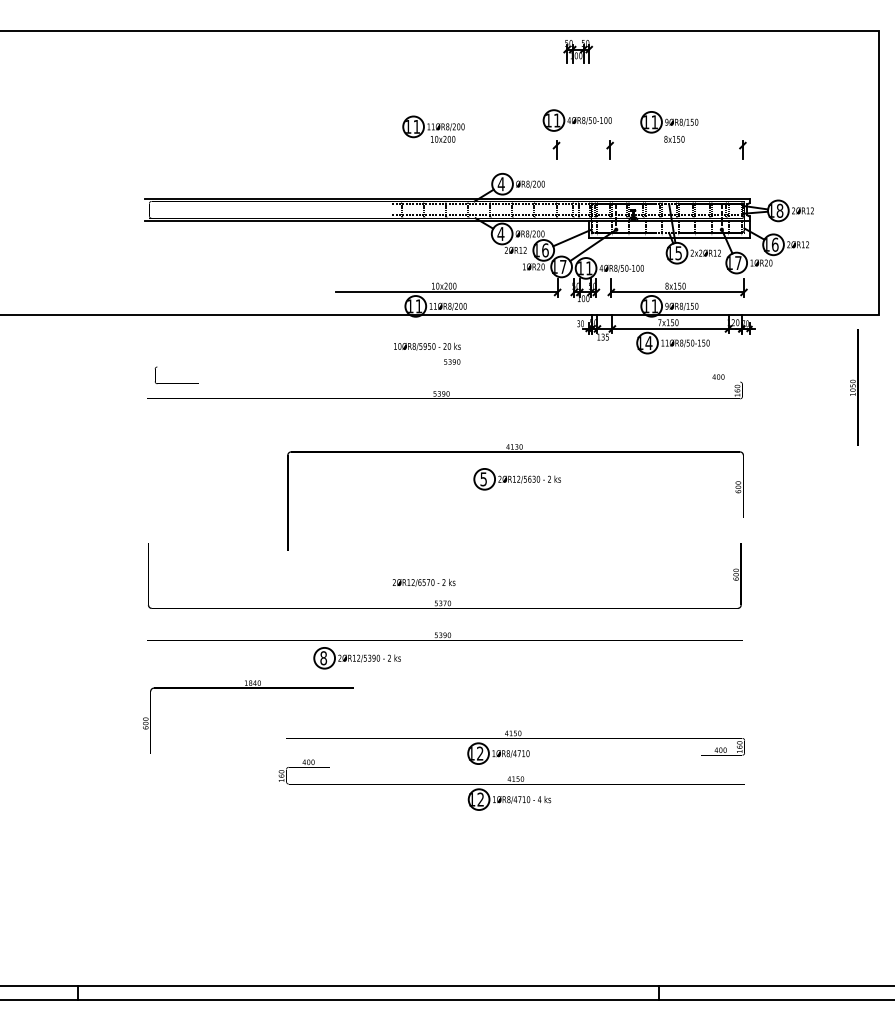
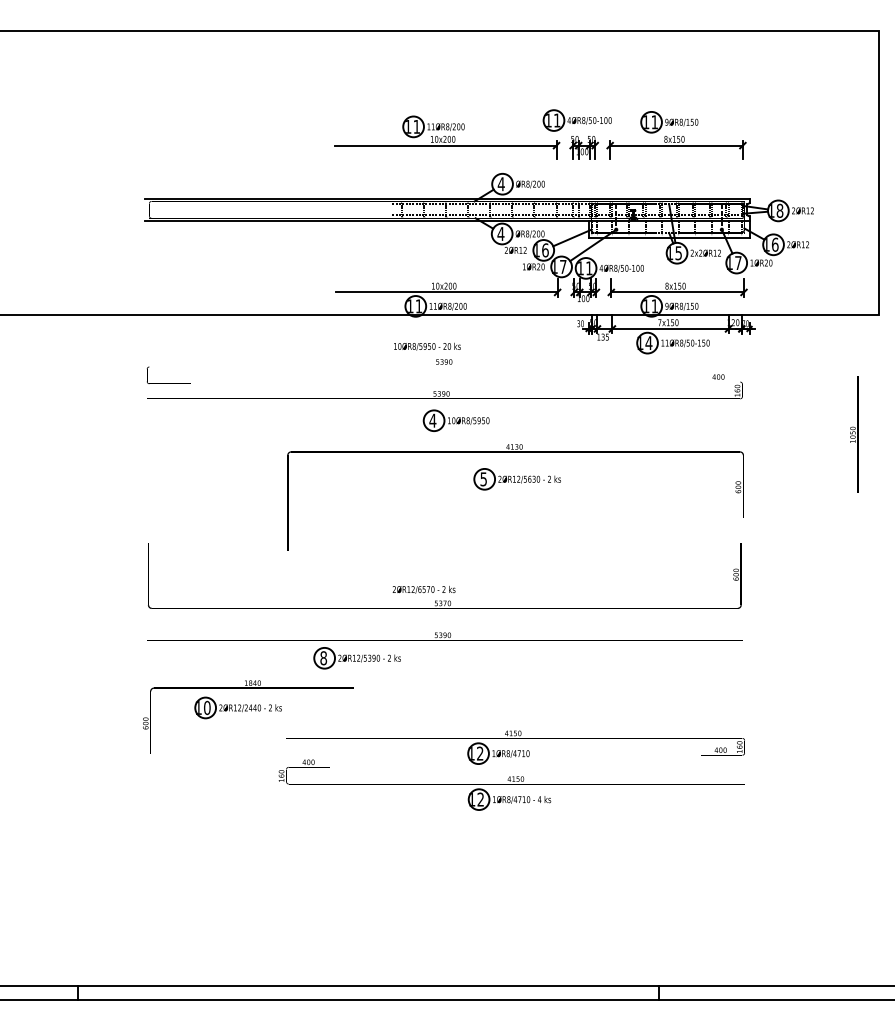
part at (577, 51) position: (577, 51) -> (583, 147)
line at (445, 145): none -> present
line at (676, 145): none -> present
text at (307, 371) position: (307, 371) -> (299, 371)
text at (854, 387) position: (854, 387) -> (854, 434)
part at (455, 420): none -> present
text at (423, 582) position: (423, 582) -> (423, 589)
part at (237, 707): none -> present
